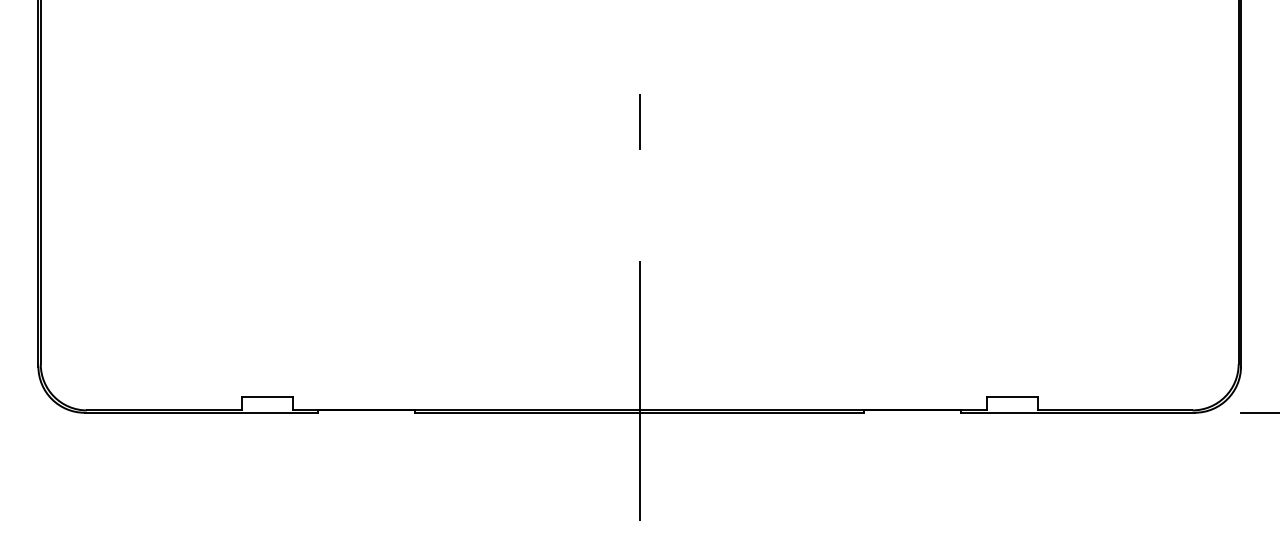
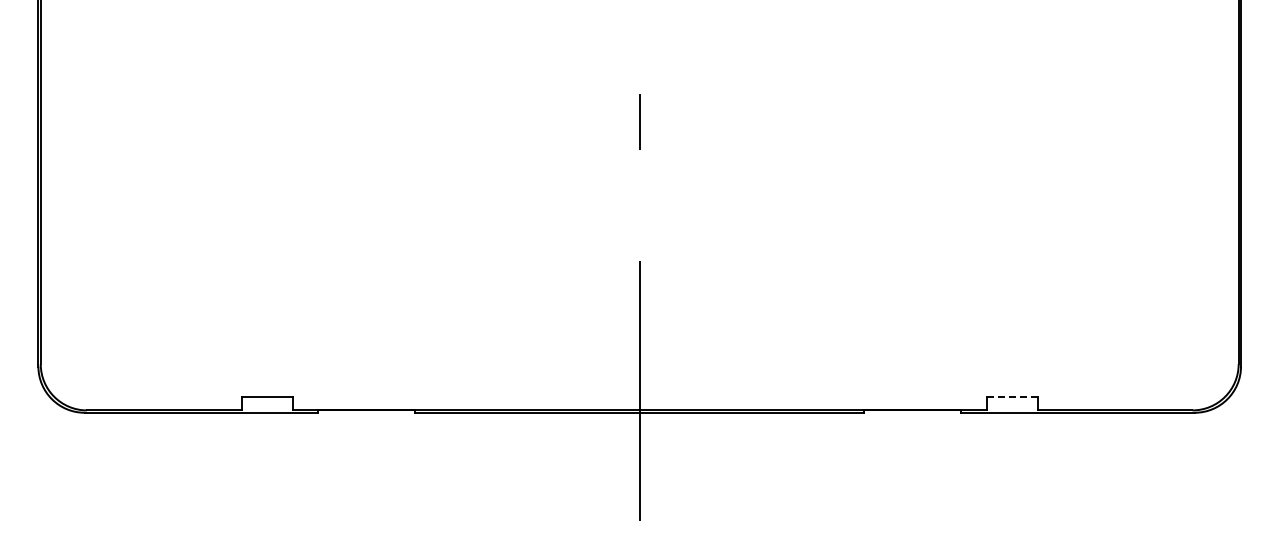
line at (1012, 397): solid -> dashed
line at (1258, 412): present -> none
